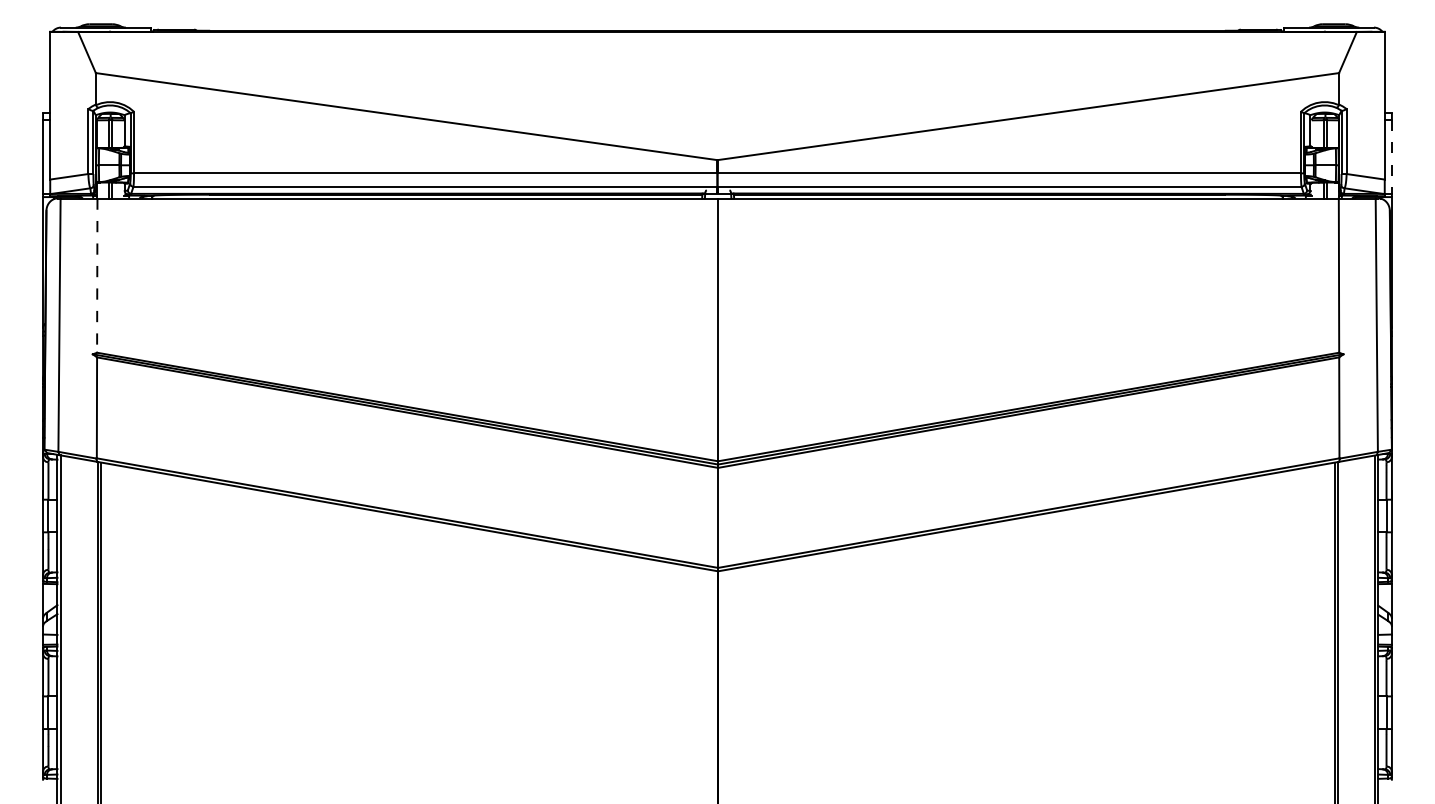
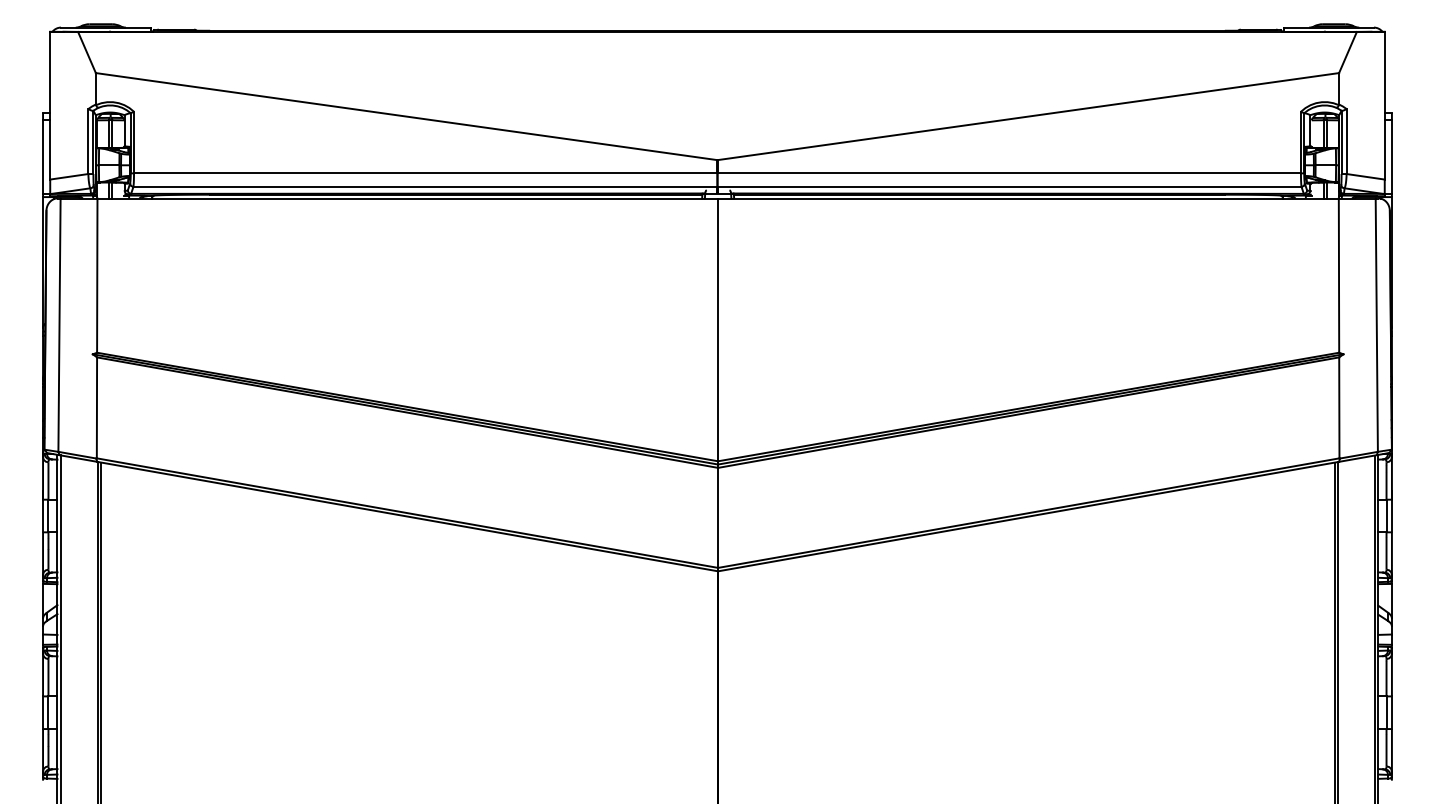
line at (1391, 157): dashed -> solid
line at (97, 276): dashed -> solid
